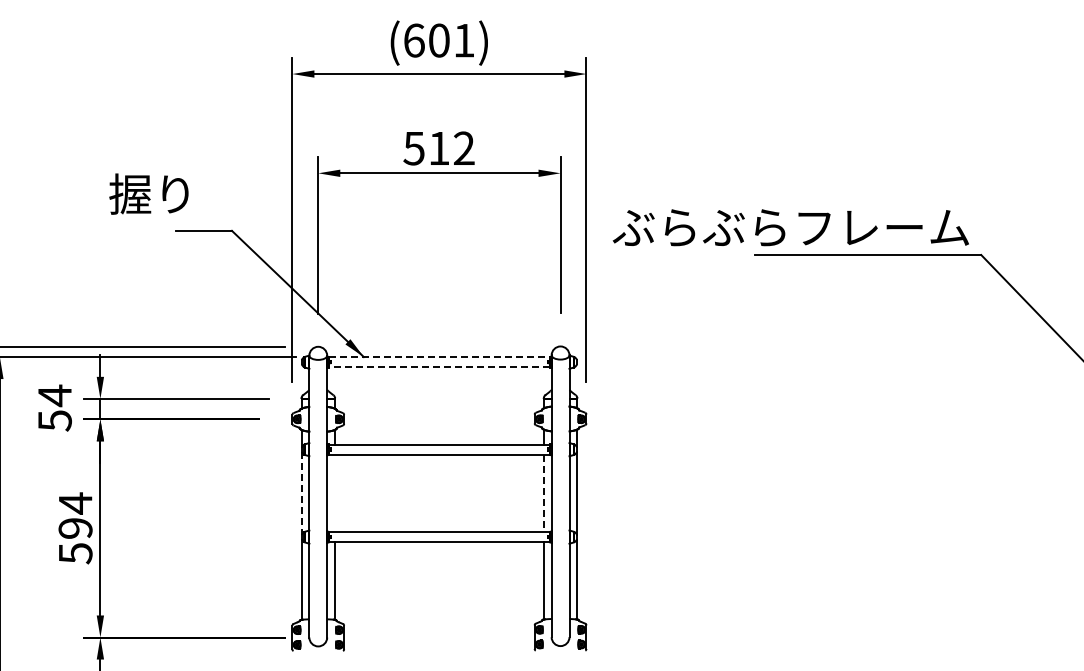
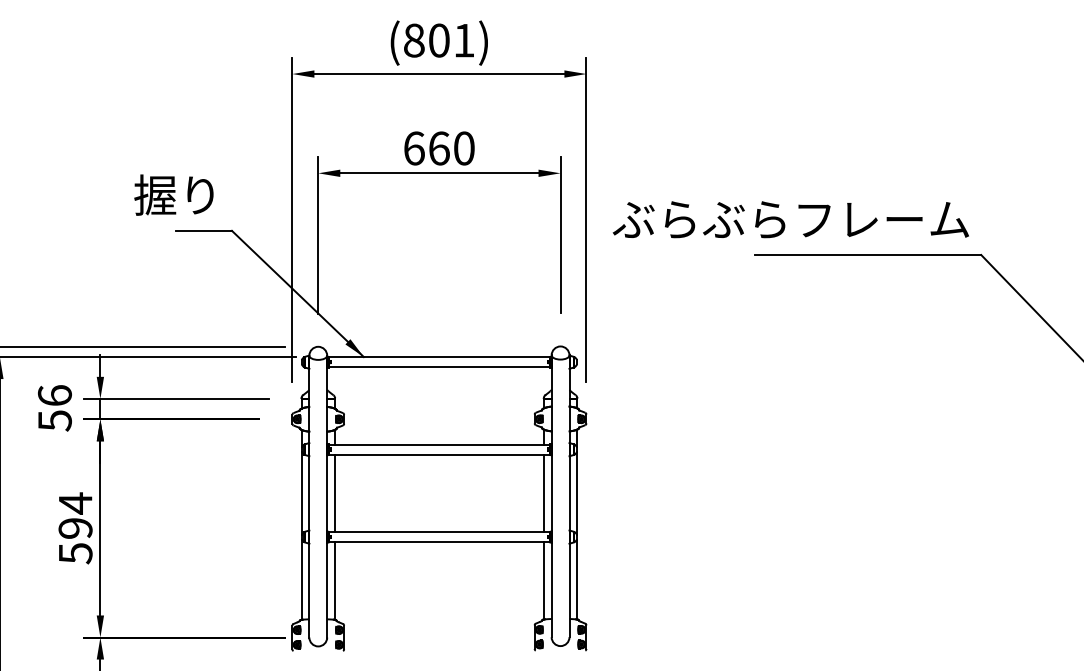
text at (414, 40): (601) -> (801)
text at (438, 148): 512 -> 660
text at (148, 193) position: (148, 193) -> (173, 194)
text at (790, 227) position: (790, 227) -> (790, 219)
line at (439, 357): dashed -> solid
line at (439, 367): dashed -> solid
text at (54, 395): 54 -> 56
line at (334, 492): none -> present
line at (301, 493): dashed -> solid
line at (544, 493): dashed -> solid
